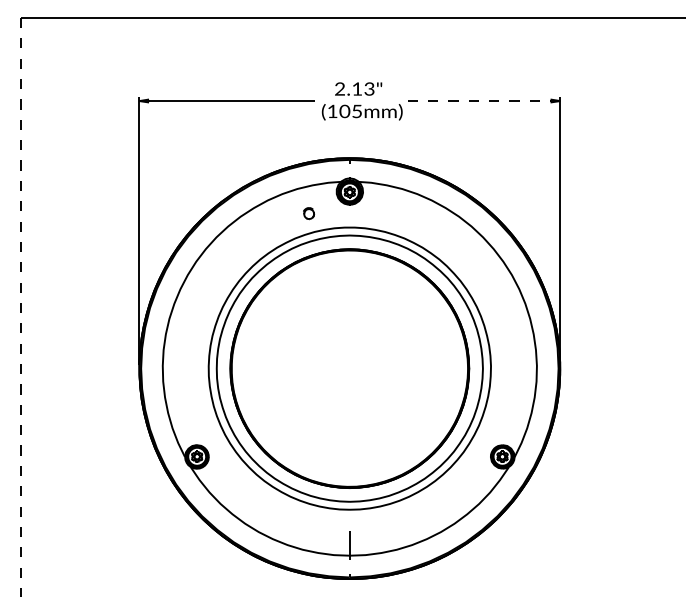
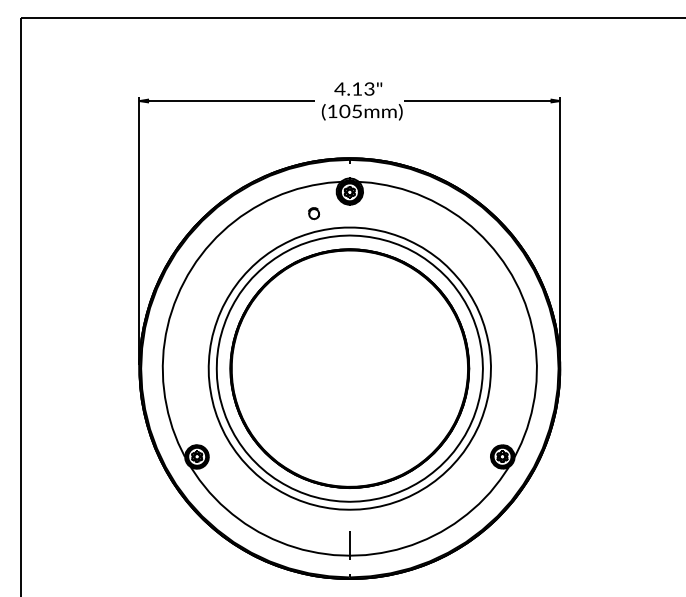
text at (339, 88): 2.13" -> 4.13"
line at (481, 101): dashed -> solid
part at (309, 213) position: (309, 213) -> (314, 213)
line at (20, 307): dashed -> solid
